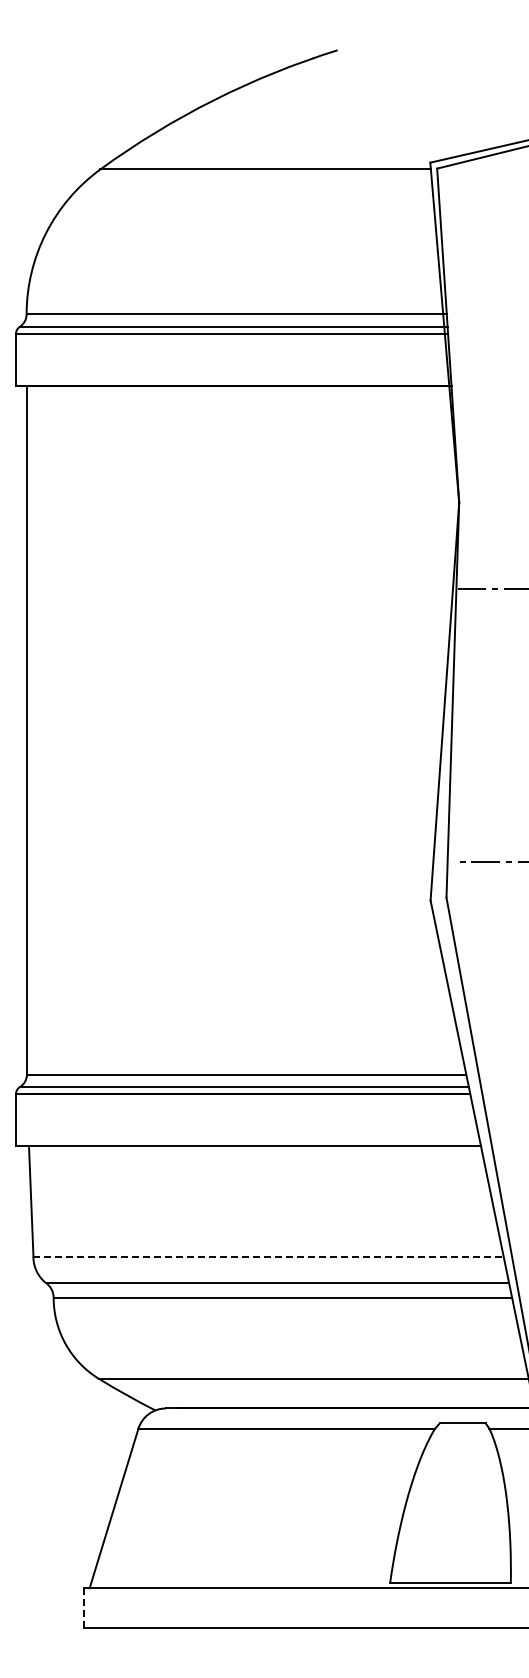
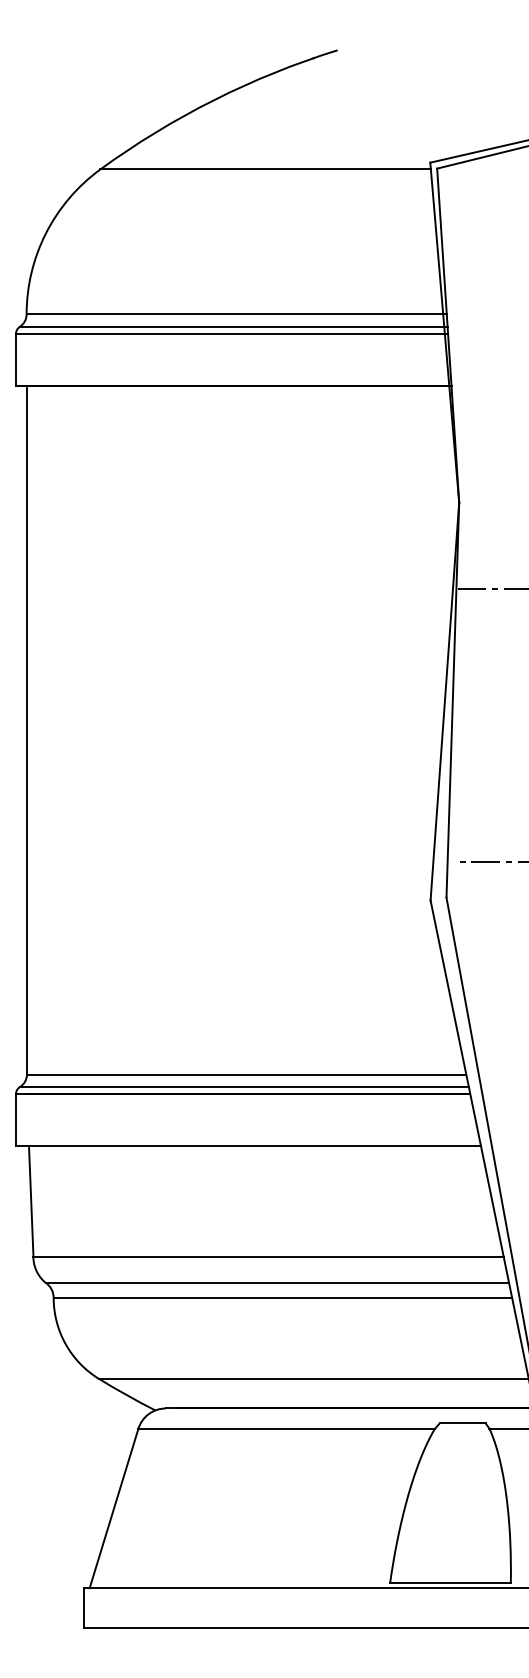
line at (269, 1256): dashed -> solid
line at (84, 1607): dashed -> solid
